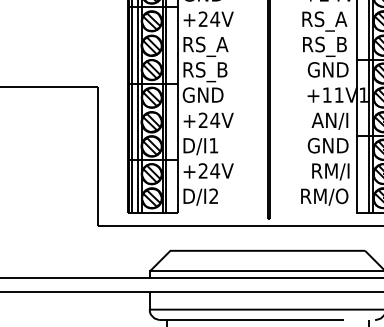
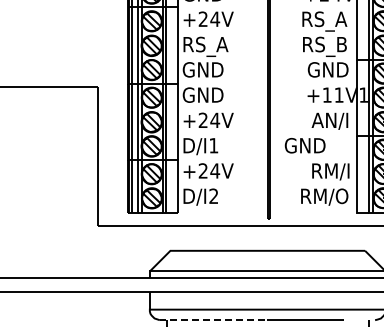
text at (204, 72): RS_B -> GND
text at (327, 145) position: (327, 145) -> (304, 145)
line at (212, 320): solid -> dashed
